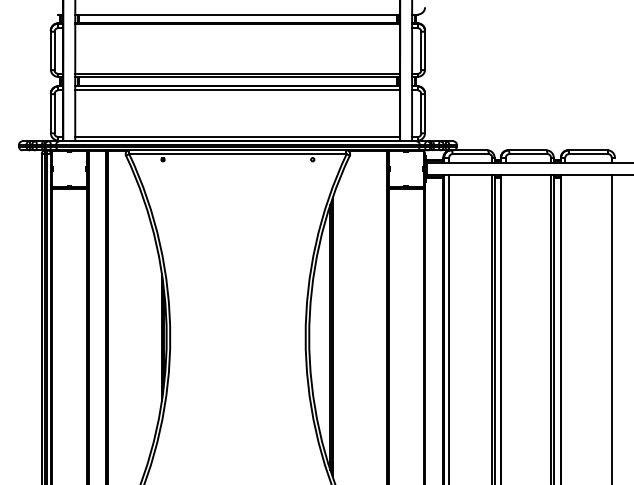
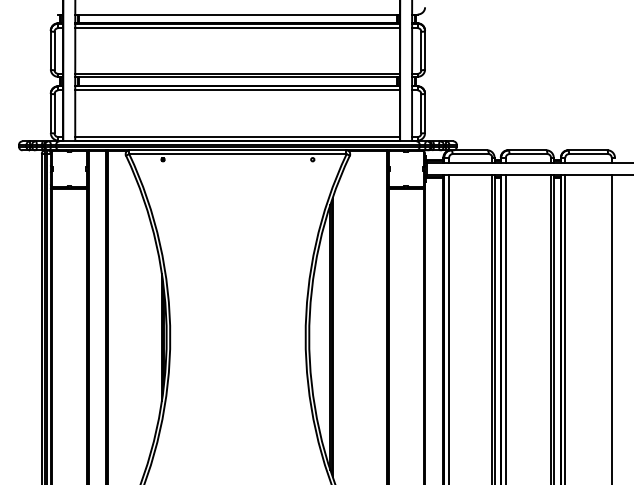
line at (237, 28): none -> present
line at (505, 328): none -> present
line at (565, 328): none -> present
